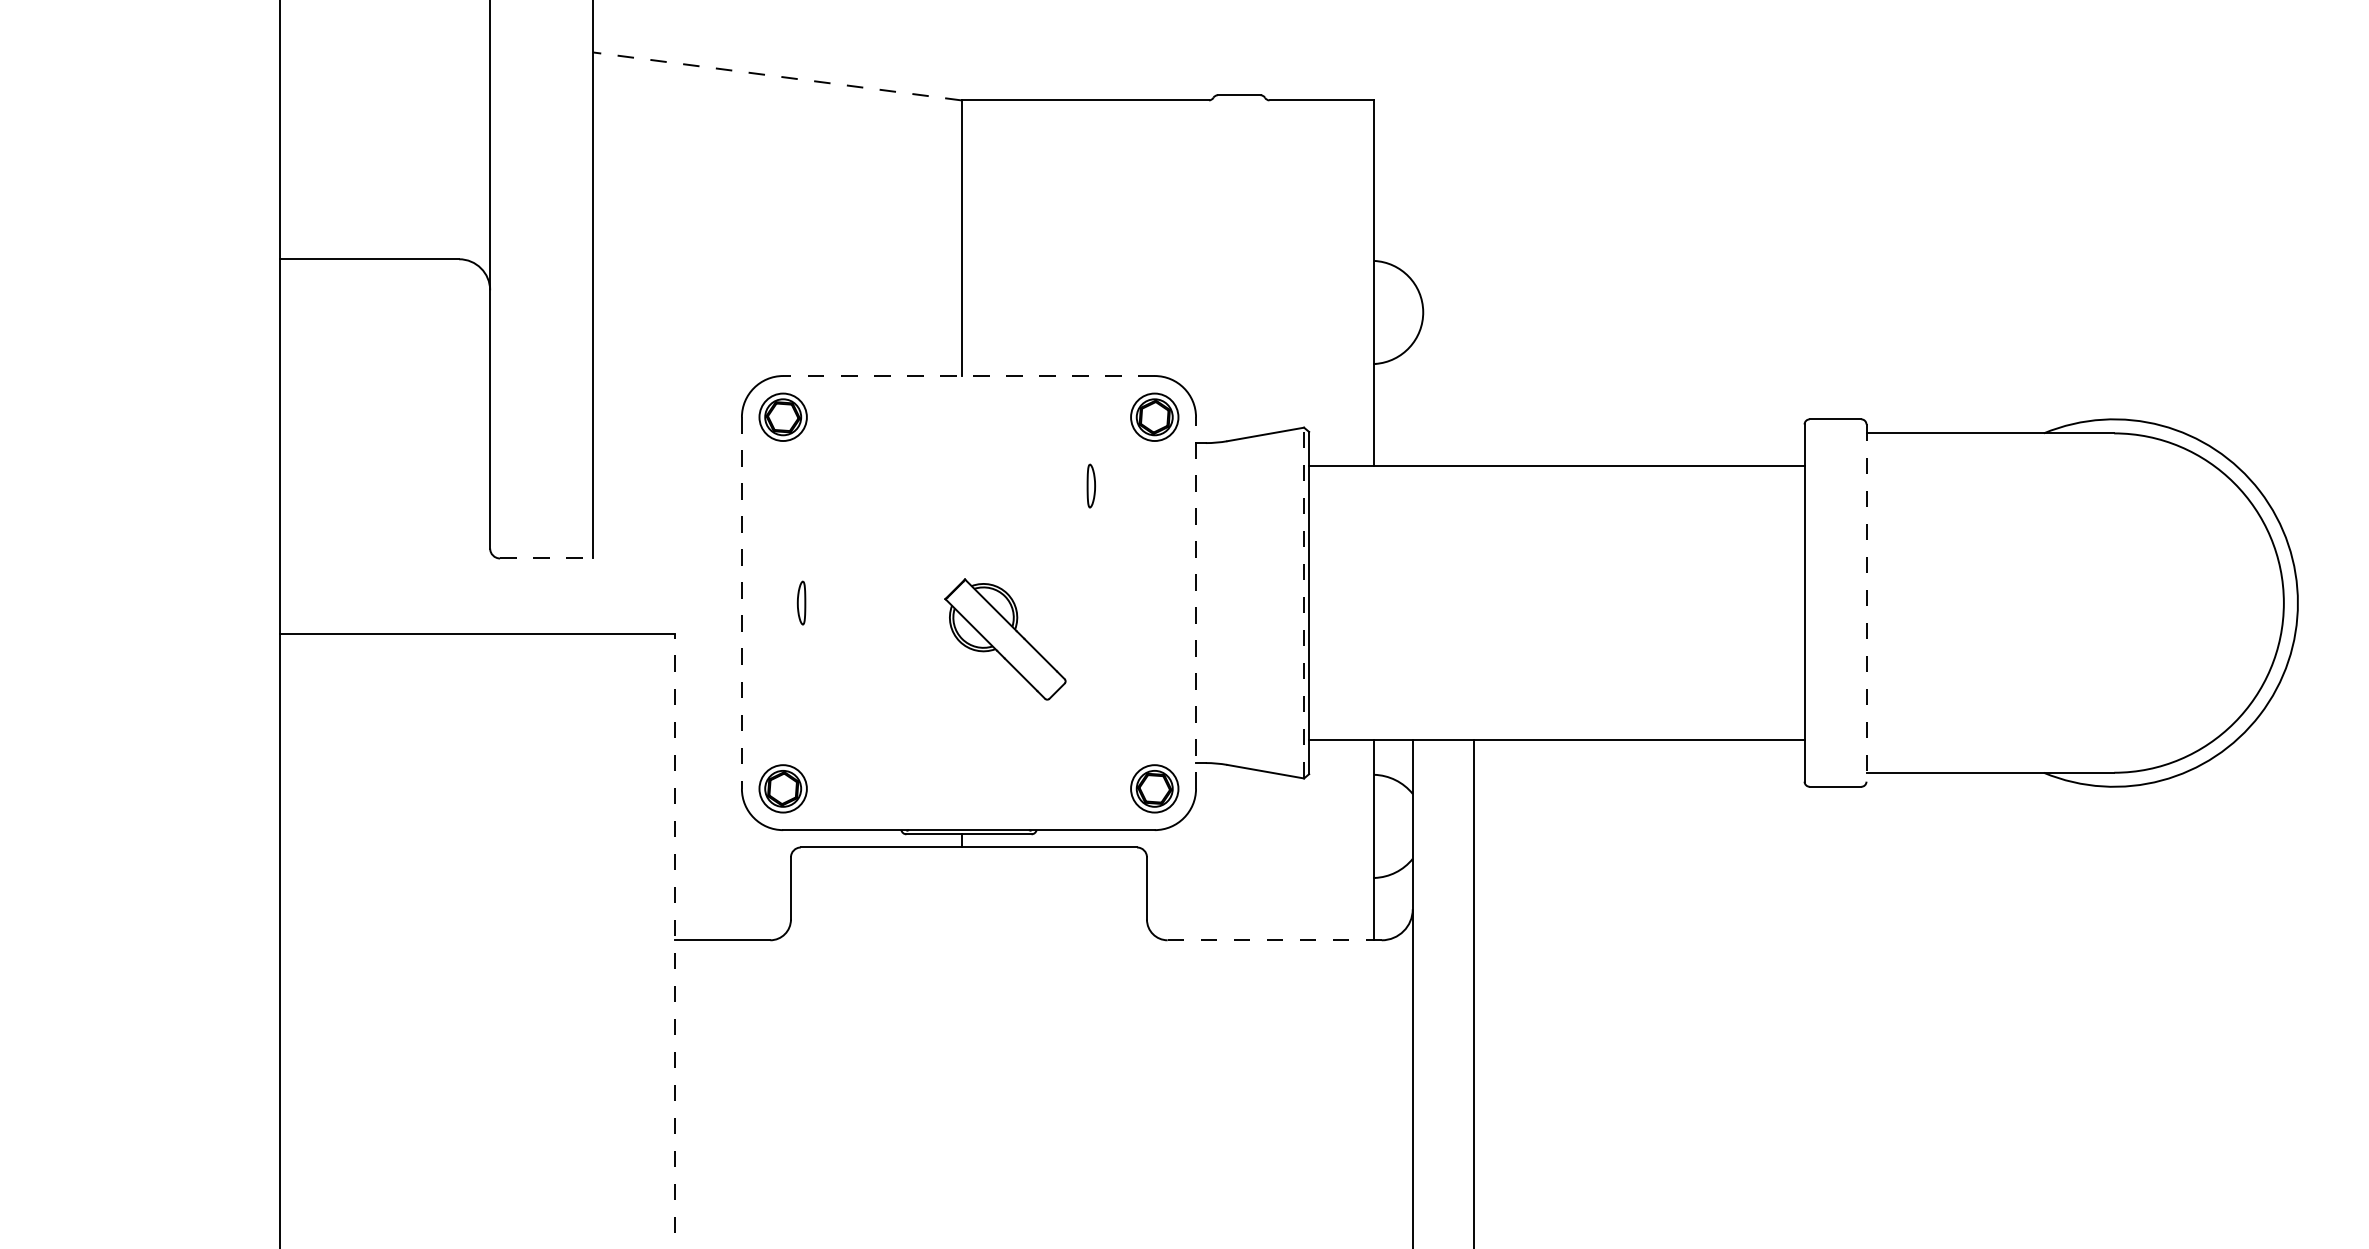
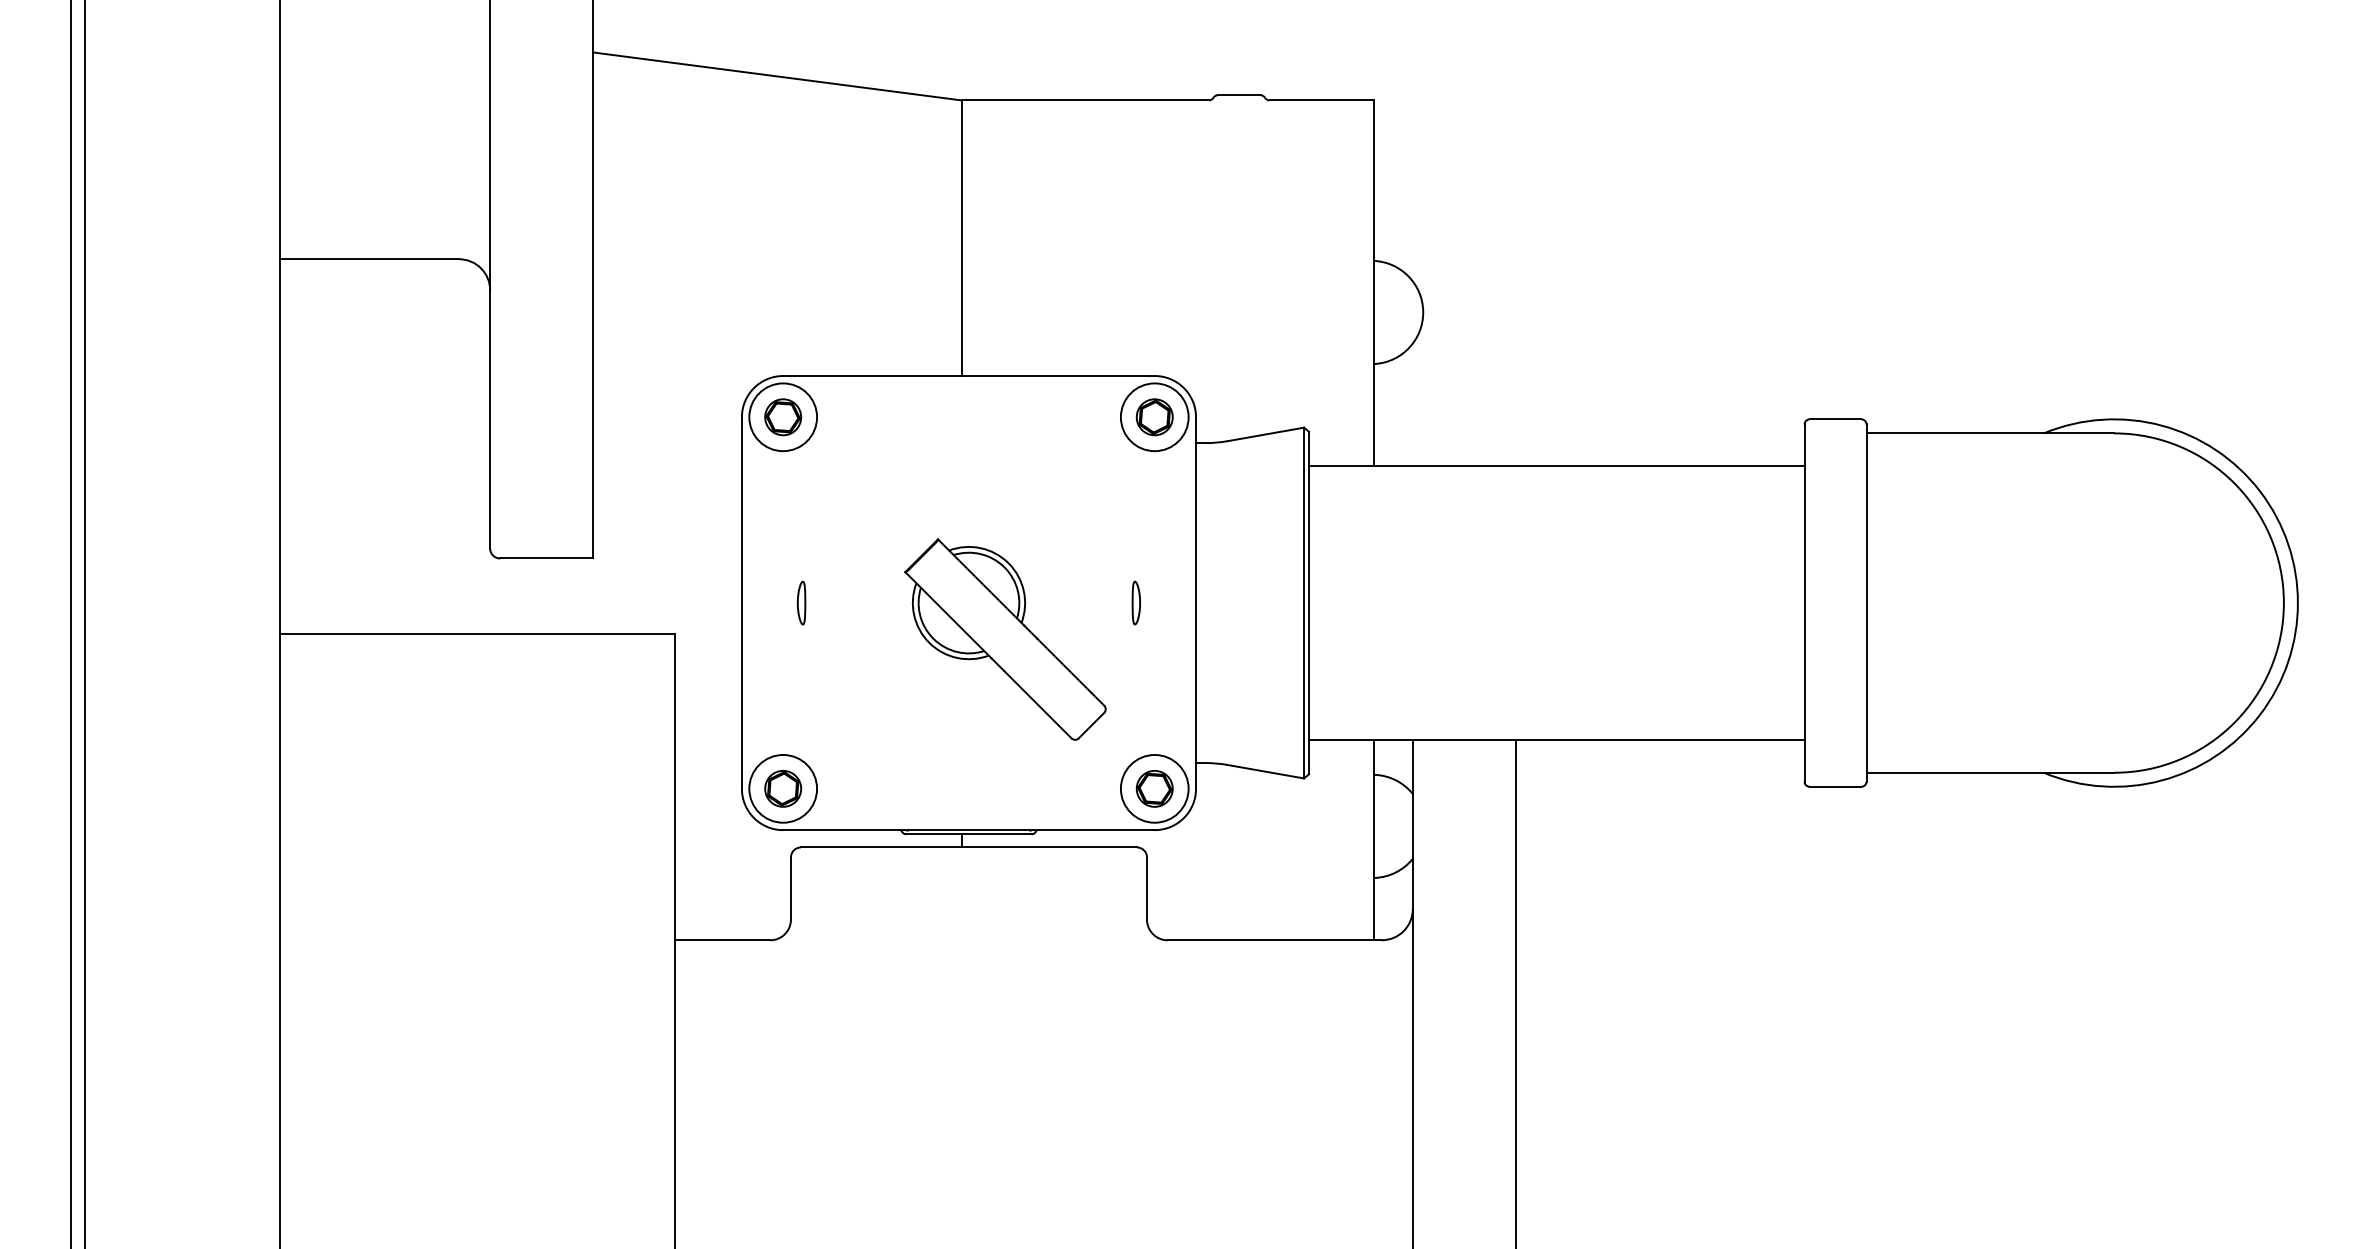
line at (777, 76): dashed -> solid
line at (968, 376): dashed -> solid
circle at (782, 417) diameter: 47 px -> 68 px
circle at (1154, 417) diameter: 47 px -> 68 px
part at (1090, 485) position: (1090, 485) -> (1135, 602)
line at (546, 558): dashed -> solid
line at (1304, 602): dashed -> solid
line at (741, 603): dashed -> solid
line at (1196, 603): dashed -> solid
line at (1866, 603): dashed -> solid
line at (71, 623): none -> present
line at (85, 623): none -> present
part at (1005, 639) size: 123x123 px -> 203x203 px
circle at (782, 788) diameter: 47 px -> 68 px
circle at (1154, 788) diameter: 47 px -> 68 px
line at (1275, 940): dashed -> solid
line at (675, 941): dashed -> solid
line at (1474, 992) position: (1474, 992) -> (1516, 992)
